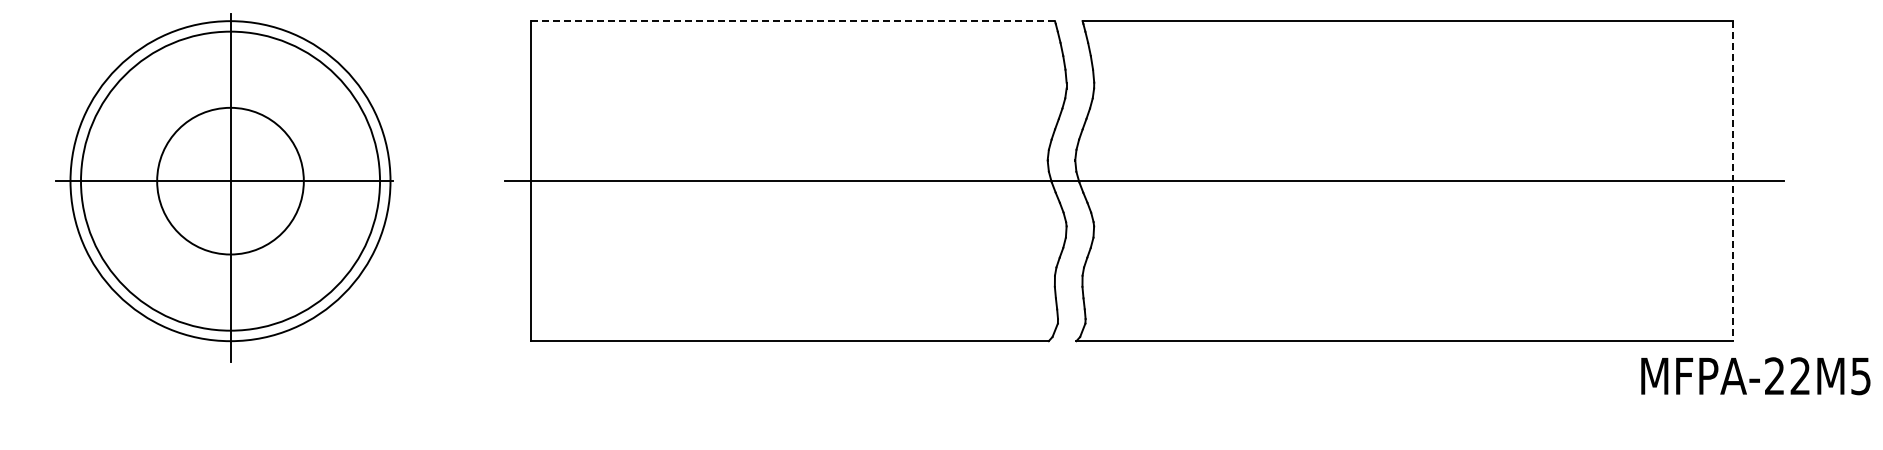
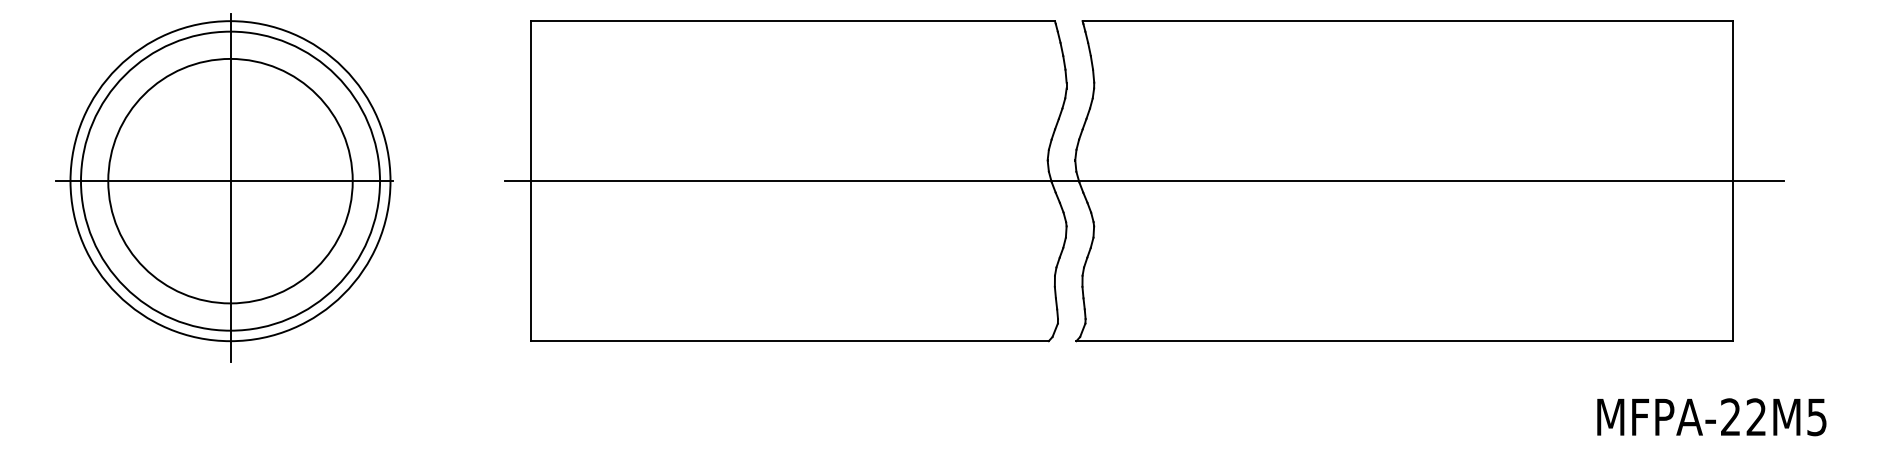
line at (793, 21): dashed -> solid
circle at (230, 180) diameter: 147 px -> 244 px
line at (1732, 181): dashed -> solid
text at (1755, 376) position: (1755, 376) -> (1711, 417)
